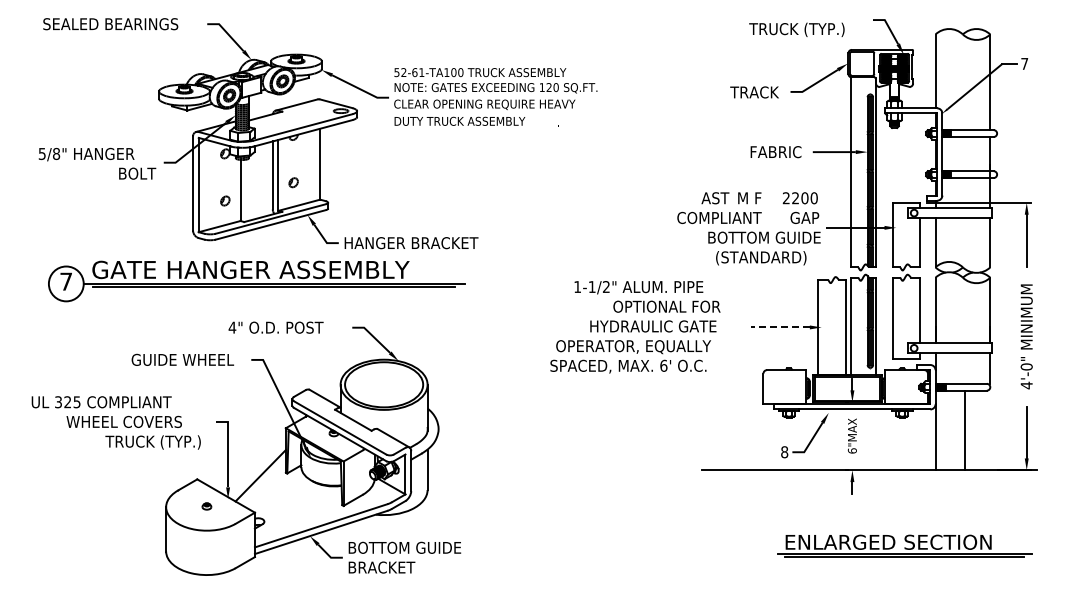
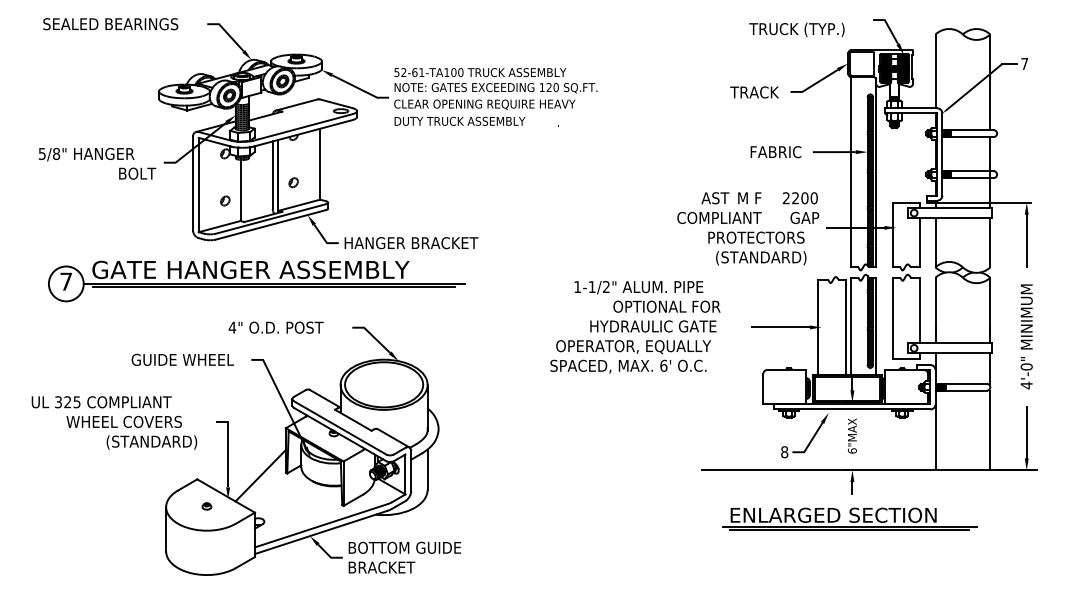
text at (764, 237): BOTTOM GUIDE -> PROTECTORS
line at (779, 327): dashed -> solid
line at (965, 430) position: (965, 430) -> (990, 430)
text at (152, 442): TRUCK (TYP.) -> (STANDARD)
part at (904, 545) position: (904, 545) -> (849, 518)
